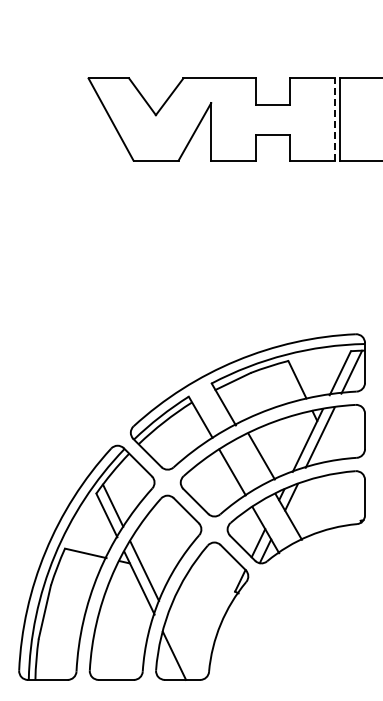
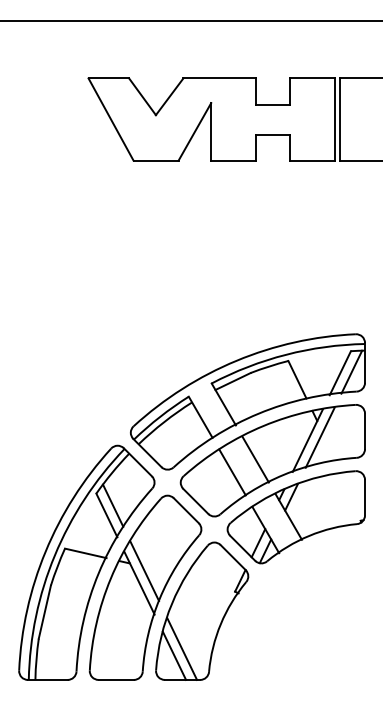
line at (190, 21): none -> present
line at (334, 119): dashed -> solid
line at (261, 456) position: (261, 456) -> (255, 459)
line at (182, 648): none -> present
